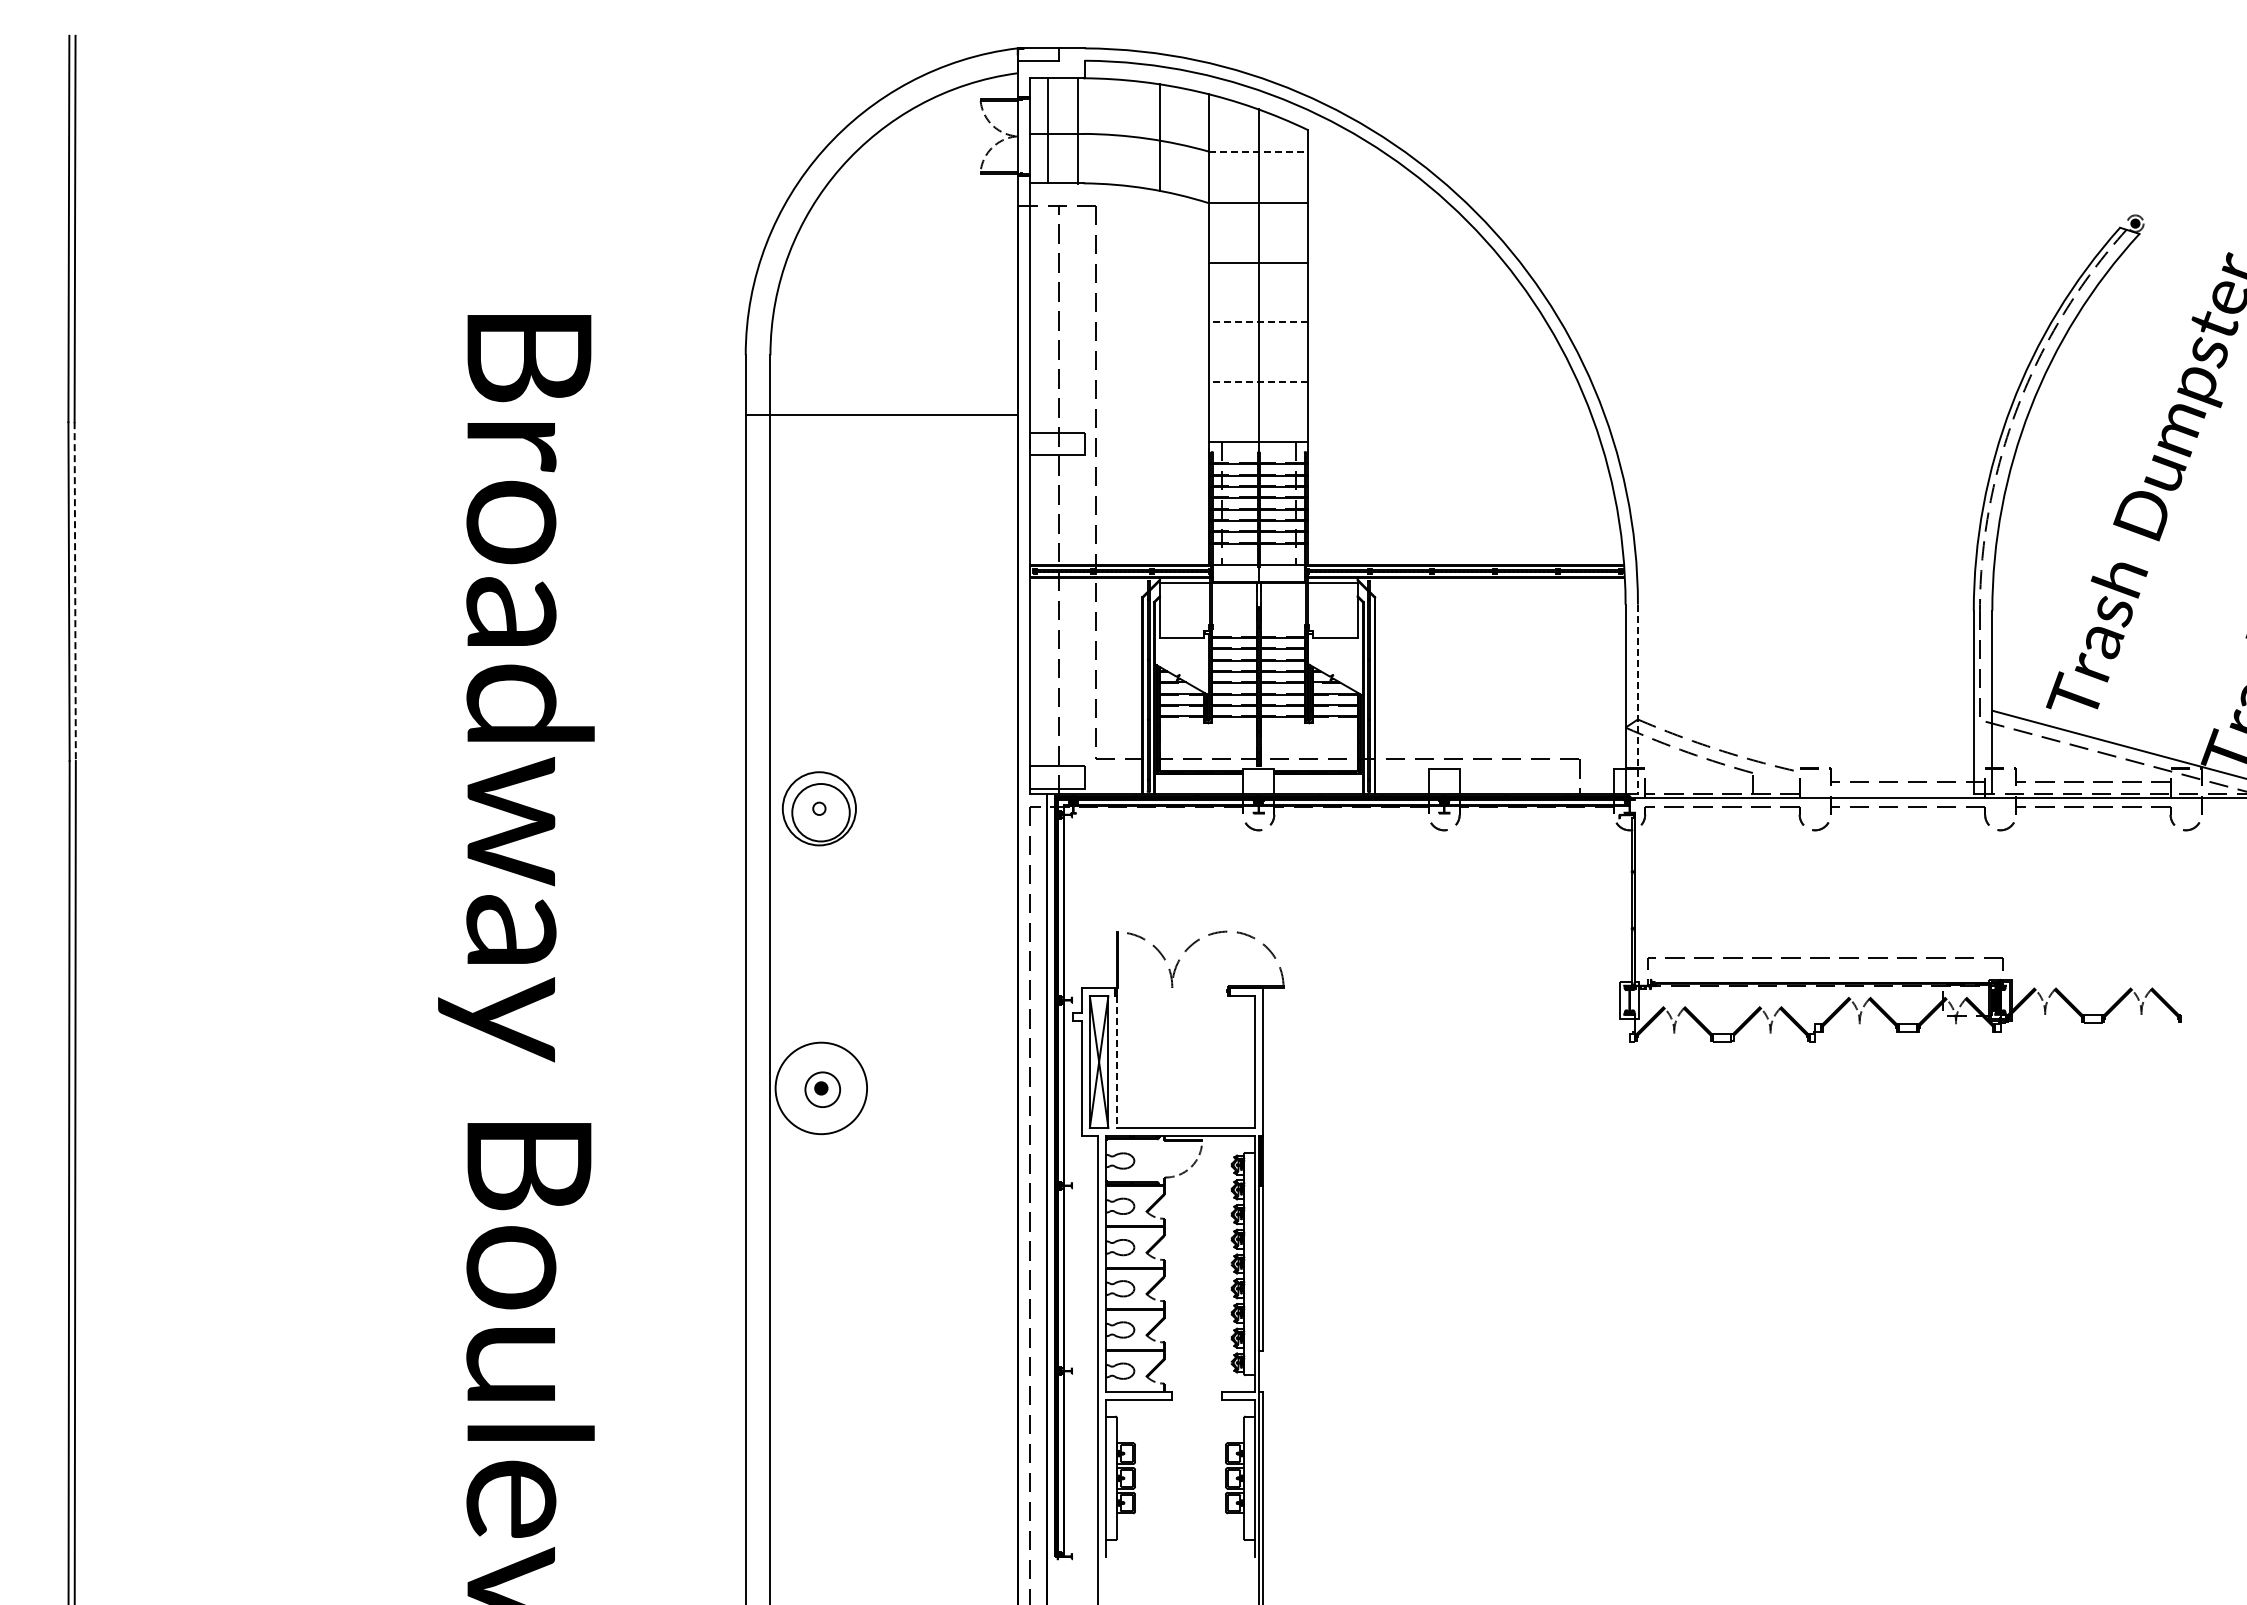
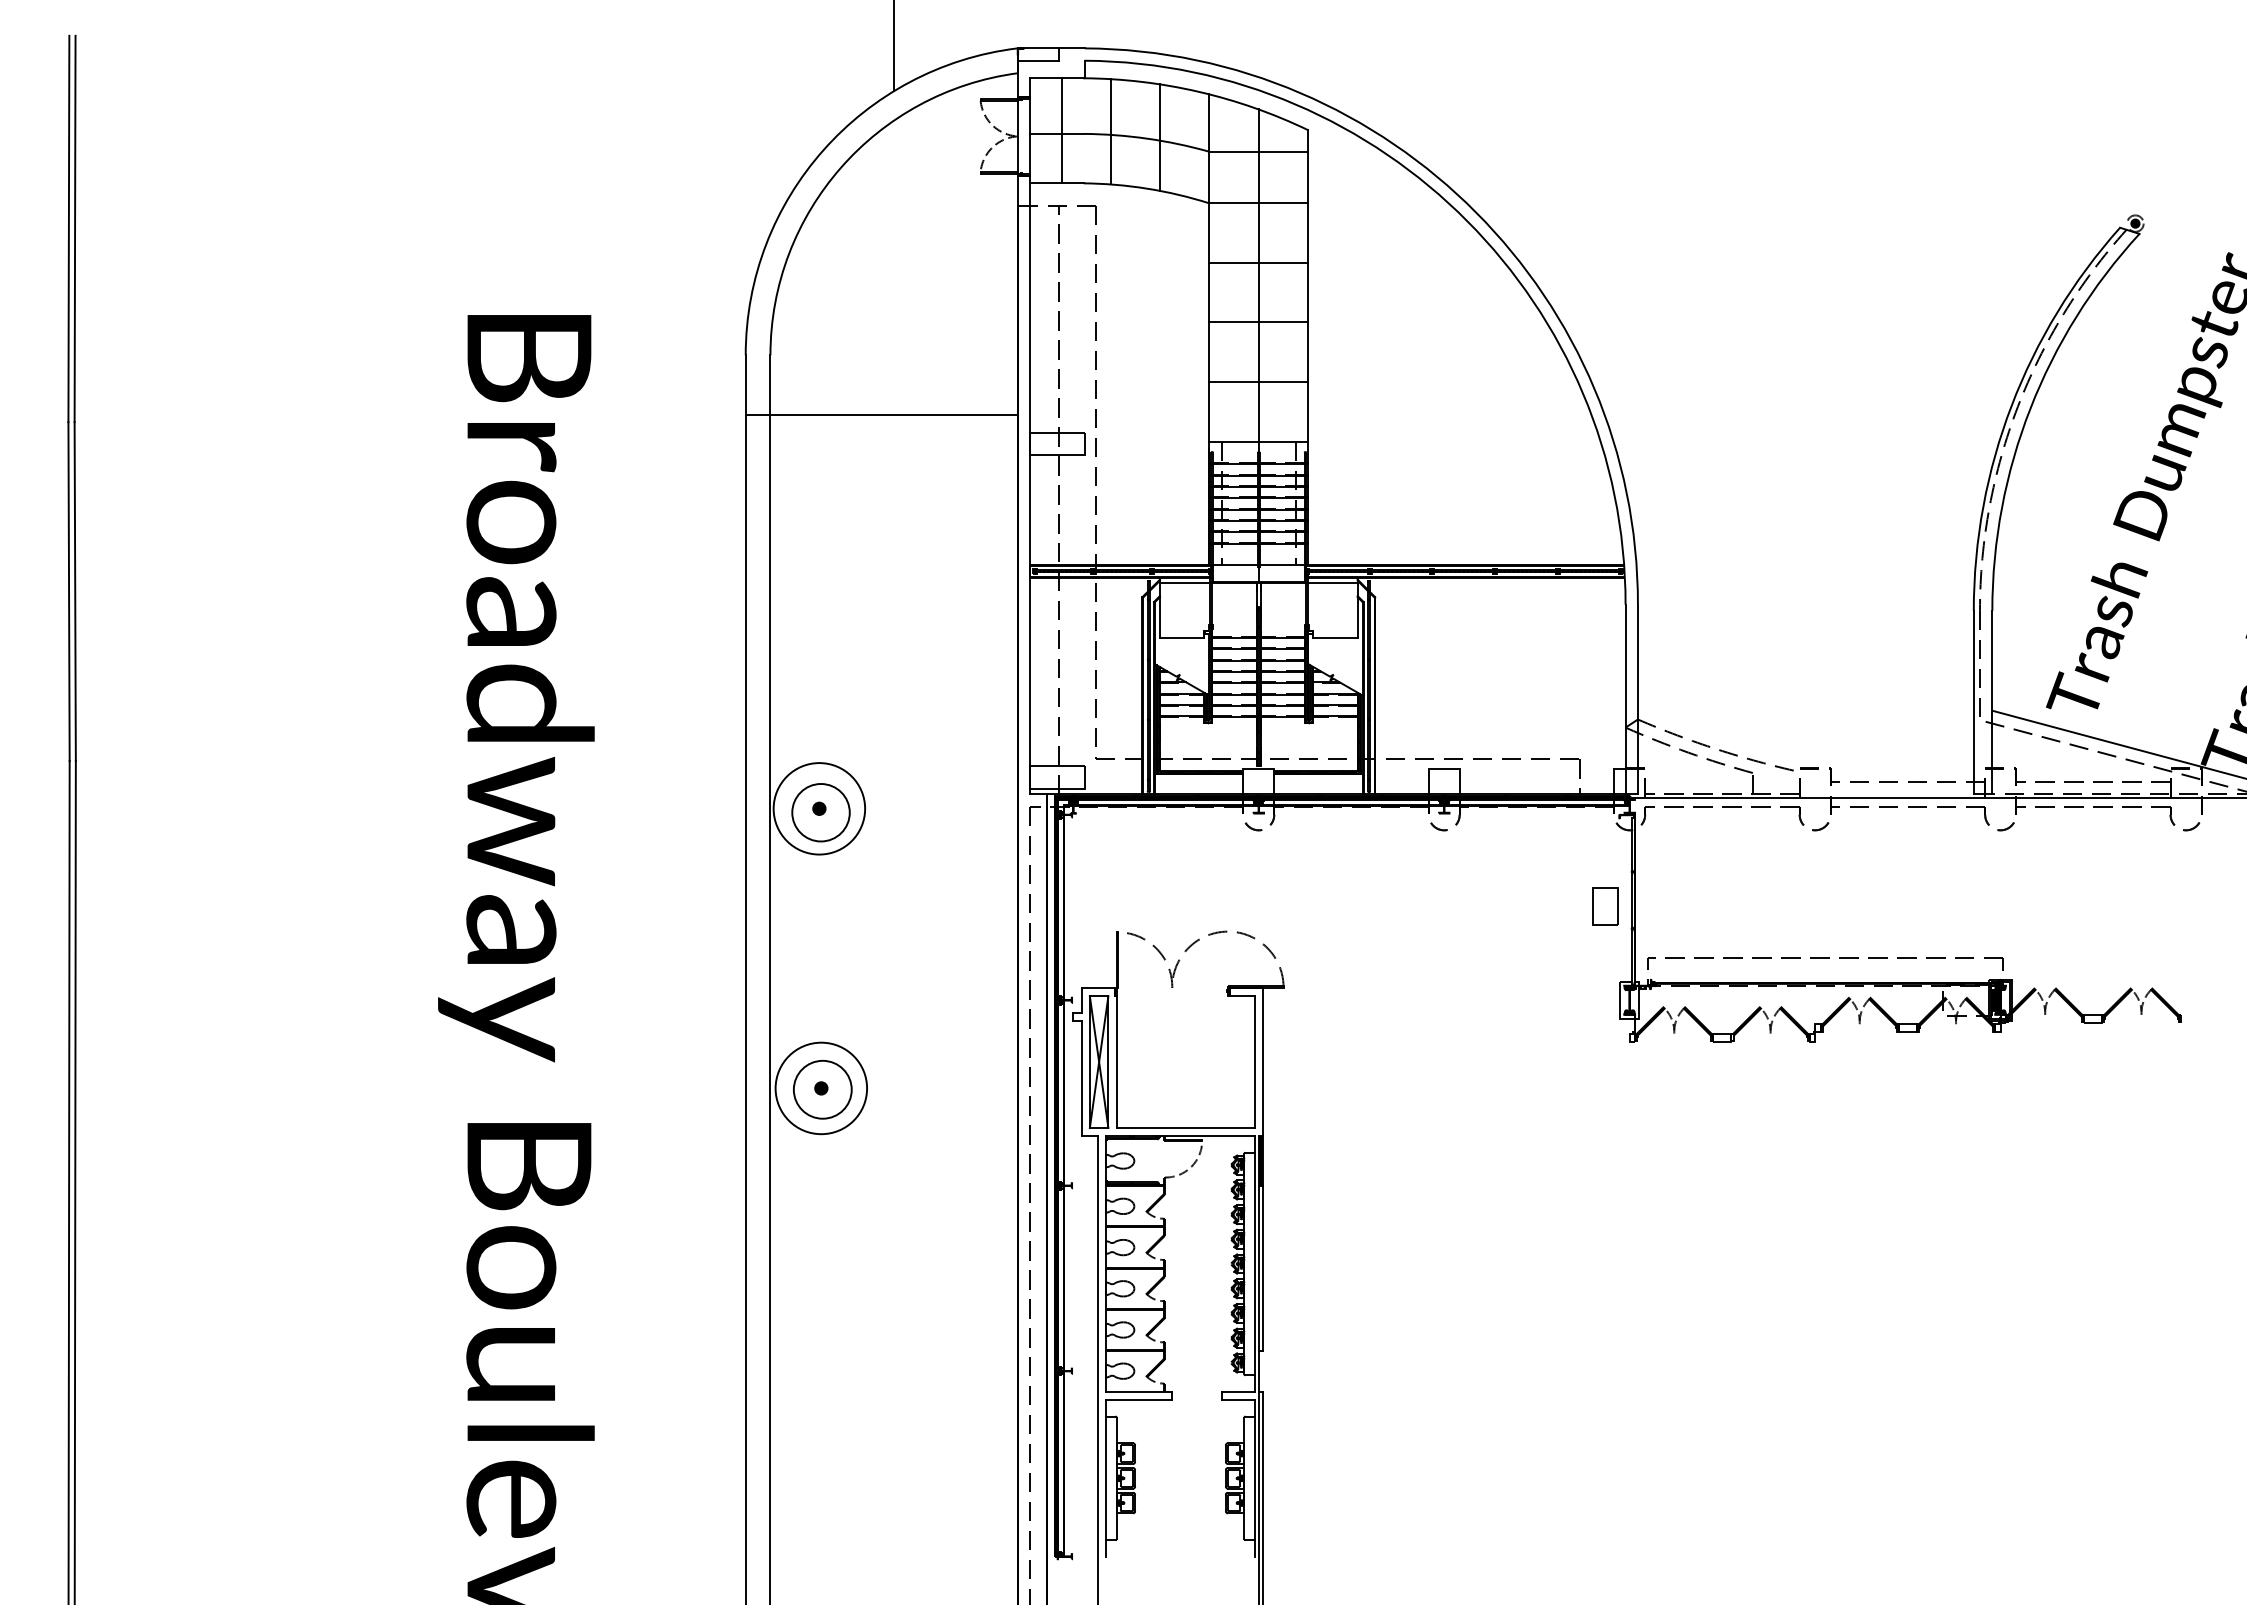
line at (894, 46): none -> present
line at (1048, 130) position: (1048, 130) -> (1062, 130)
line at (1078, 131) position: (1078, 131) -> (1111, 131)
line at (1259, 151): dashed -> solid
line at (1258, 322): dashed -> solid
line at (1258, 382): dashed -> solid
line at (75, 592): dashed -> solid
line at (1637, 699): dashed -> solid
circle at (818, 808) diameter: 73 px -> 91 px
fill at (819, 808): none -> present
part at (1605, 906): none -> present
line at (1116, 1062): dashed -> solid
circle at (822, 1089) diameter: 35 px -> 58 px
